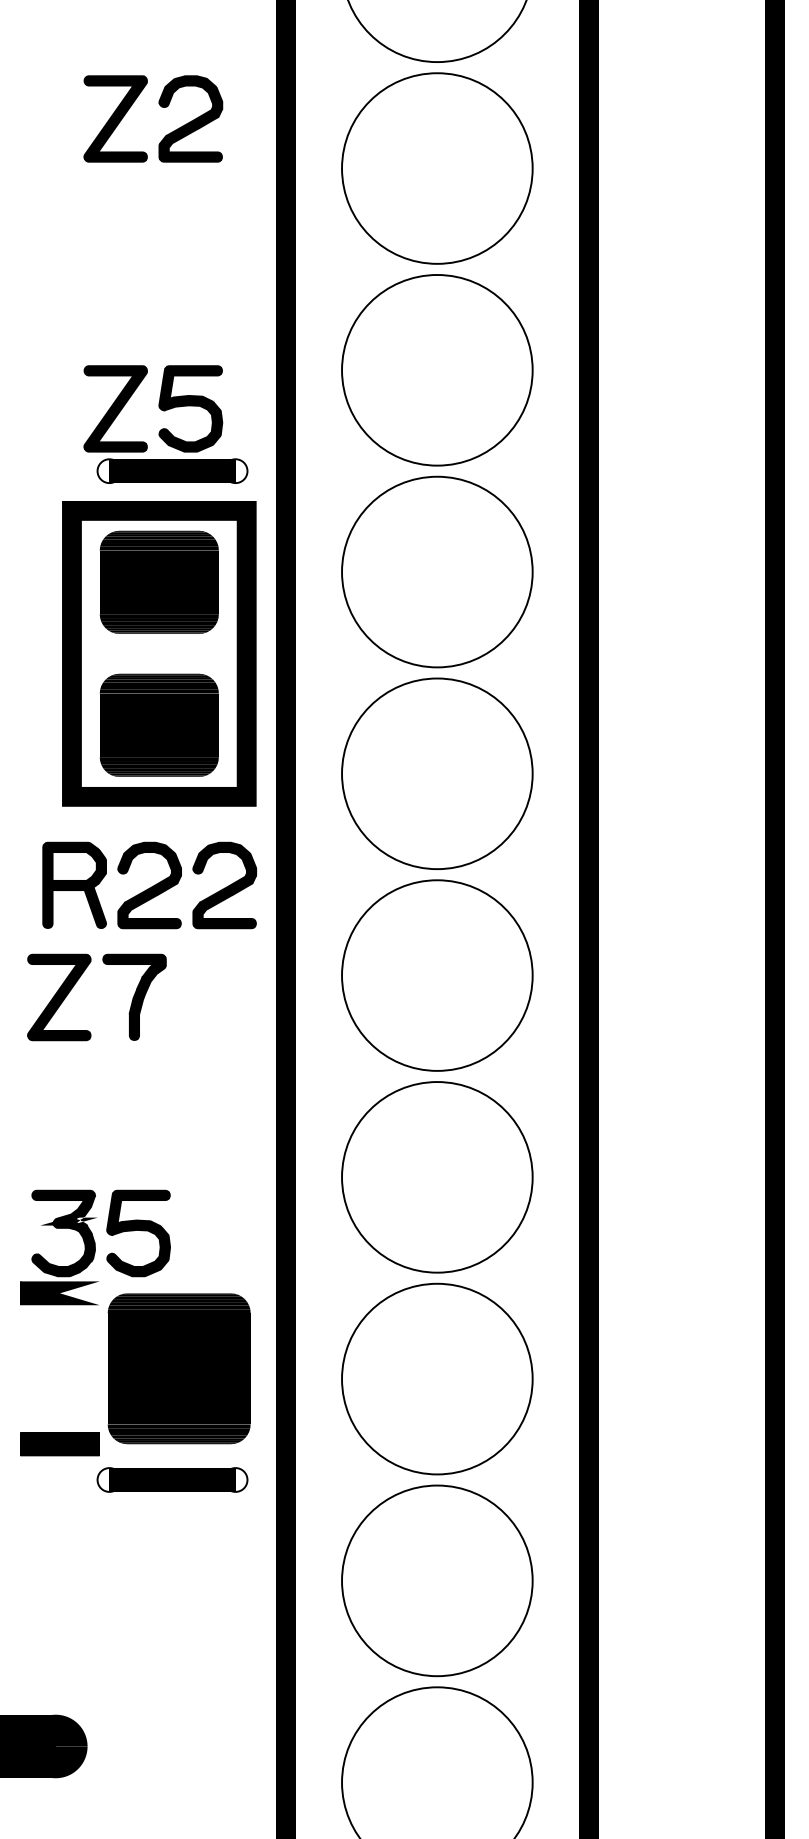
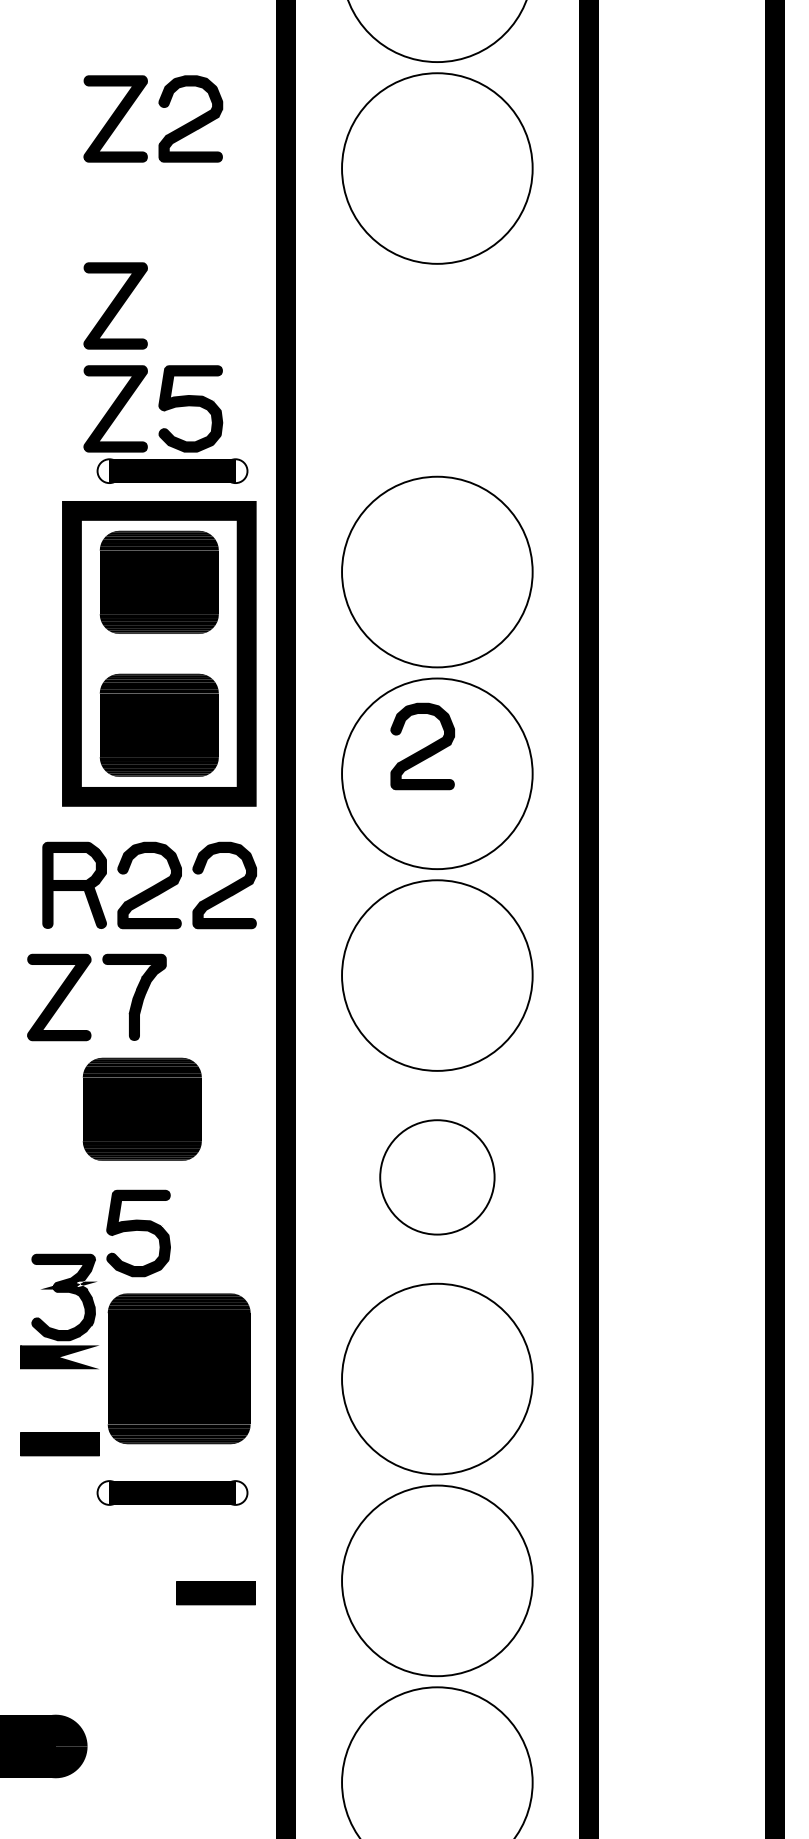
part at (115, 305): none -> present
part at (437, 370): present -> none
part at (422, 746): none -> present
part at (141, 1108): none -> present
part at (437, 1177) size: 193x193 px -> 117x117 px
part at (54, 1264) position: (54, 1264) -> (54, 1328)
part at (172, 1479) position: (172, 1479) -> (172, 1492)
part at (215, 1593): none -> present
